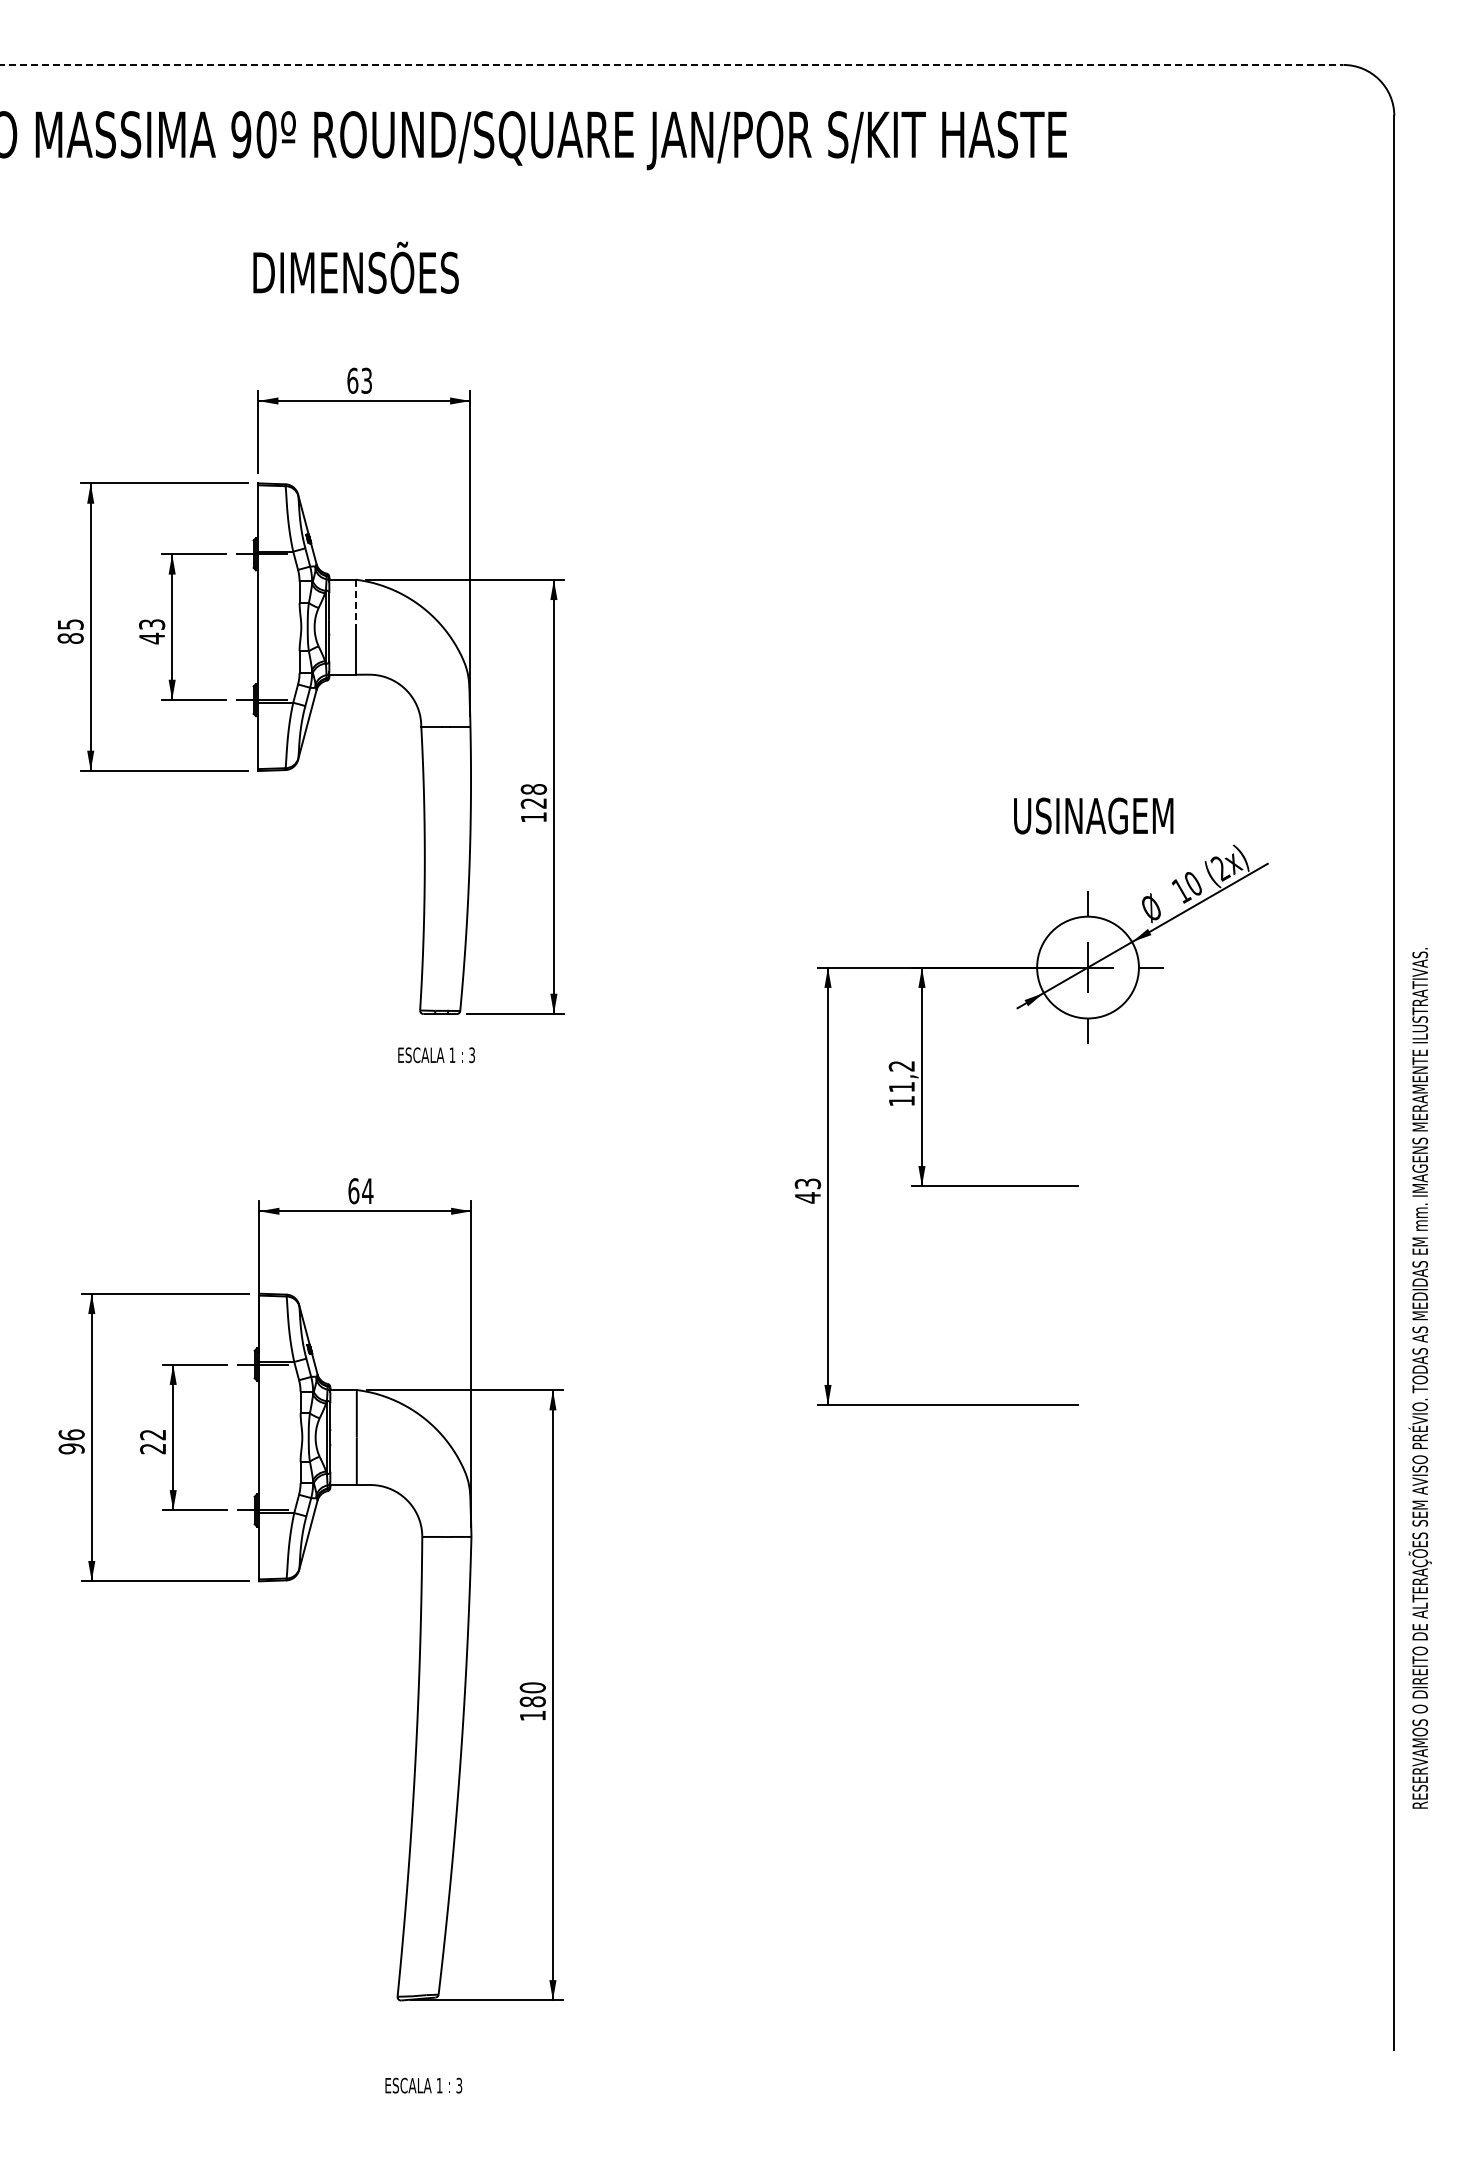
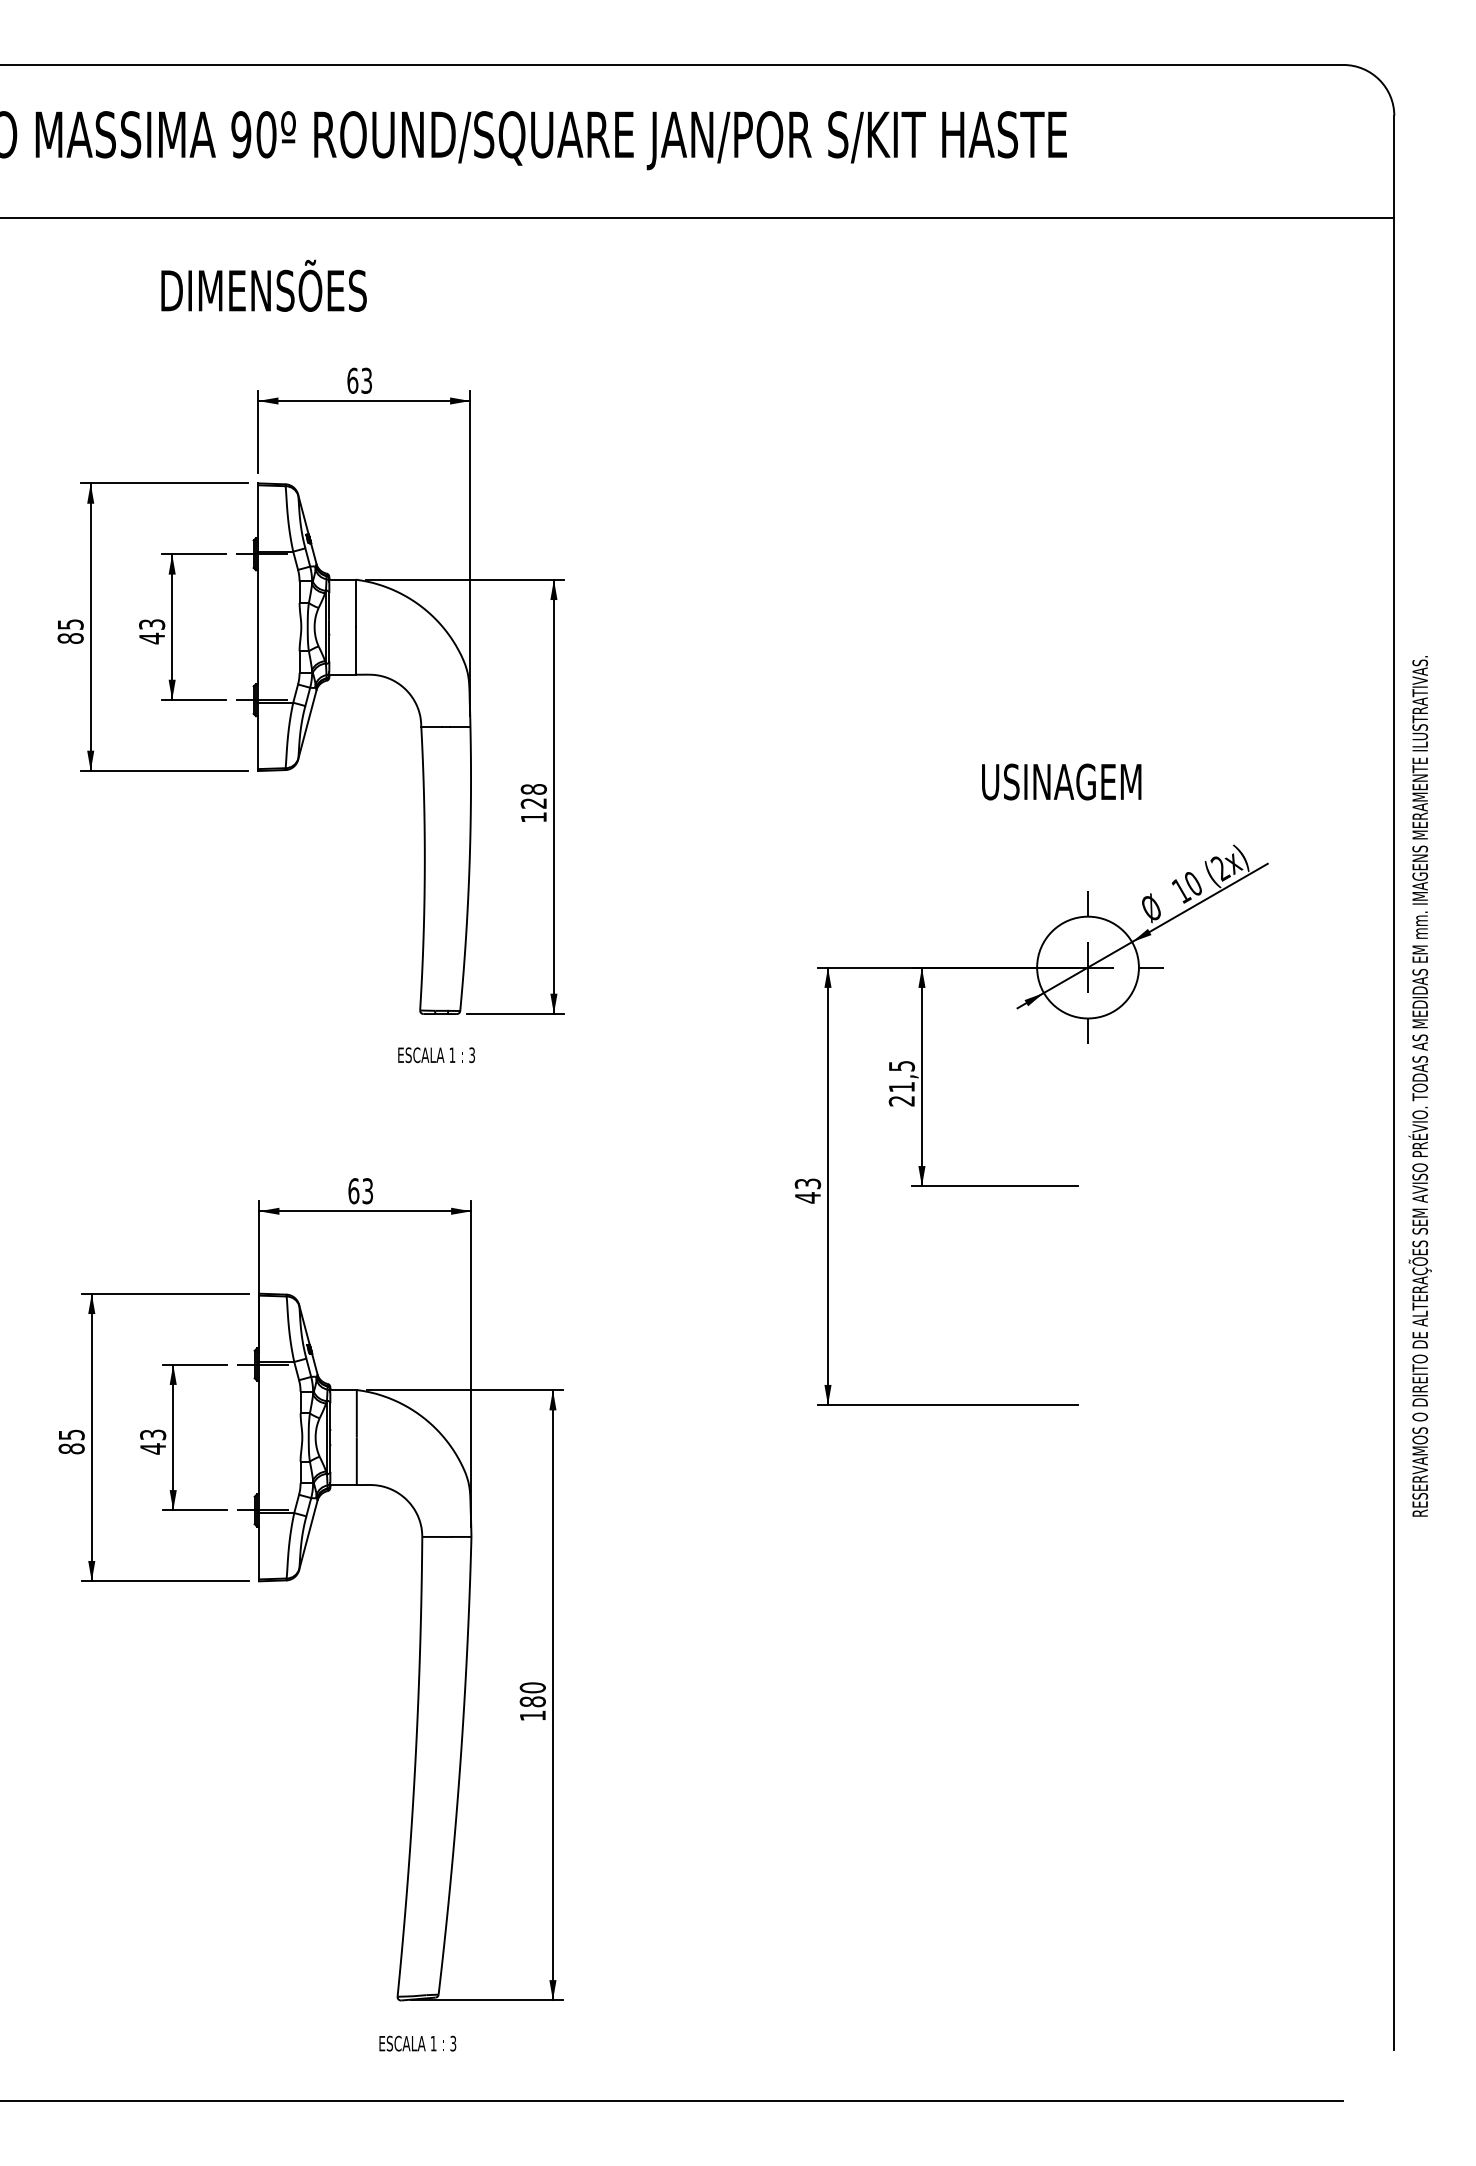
line at (672, 64): dashed -> solid
line at (698, 217): none -> present
text at (355, 267) position: (355, 267) -> (263, 285)
line at (355, 603): dashed -> solid
text at (1093, 815) position: (1093, 815) -> (1061, 781)
text at (901, 1083): 11,2 -> 21,5
text at (367, 1191): 64 -> 63
text at (1419, 1378) position: (1419, 1378) -> (1419, 1086)
text at (71, 1441): 96 -> 85
text at (153, 1441): 22 -> 43
text at (423, 2085) position: (423, 2085) -> (417, 2043)
line at (672, 2101): none -> present
